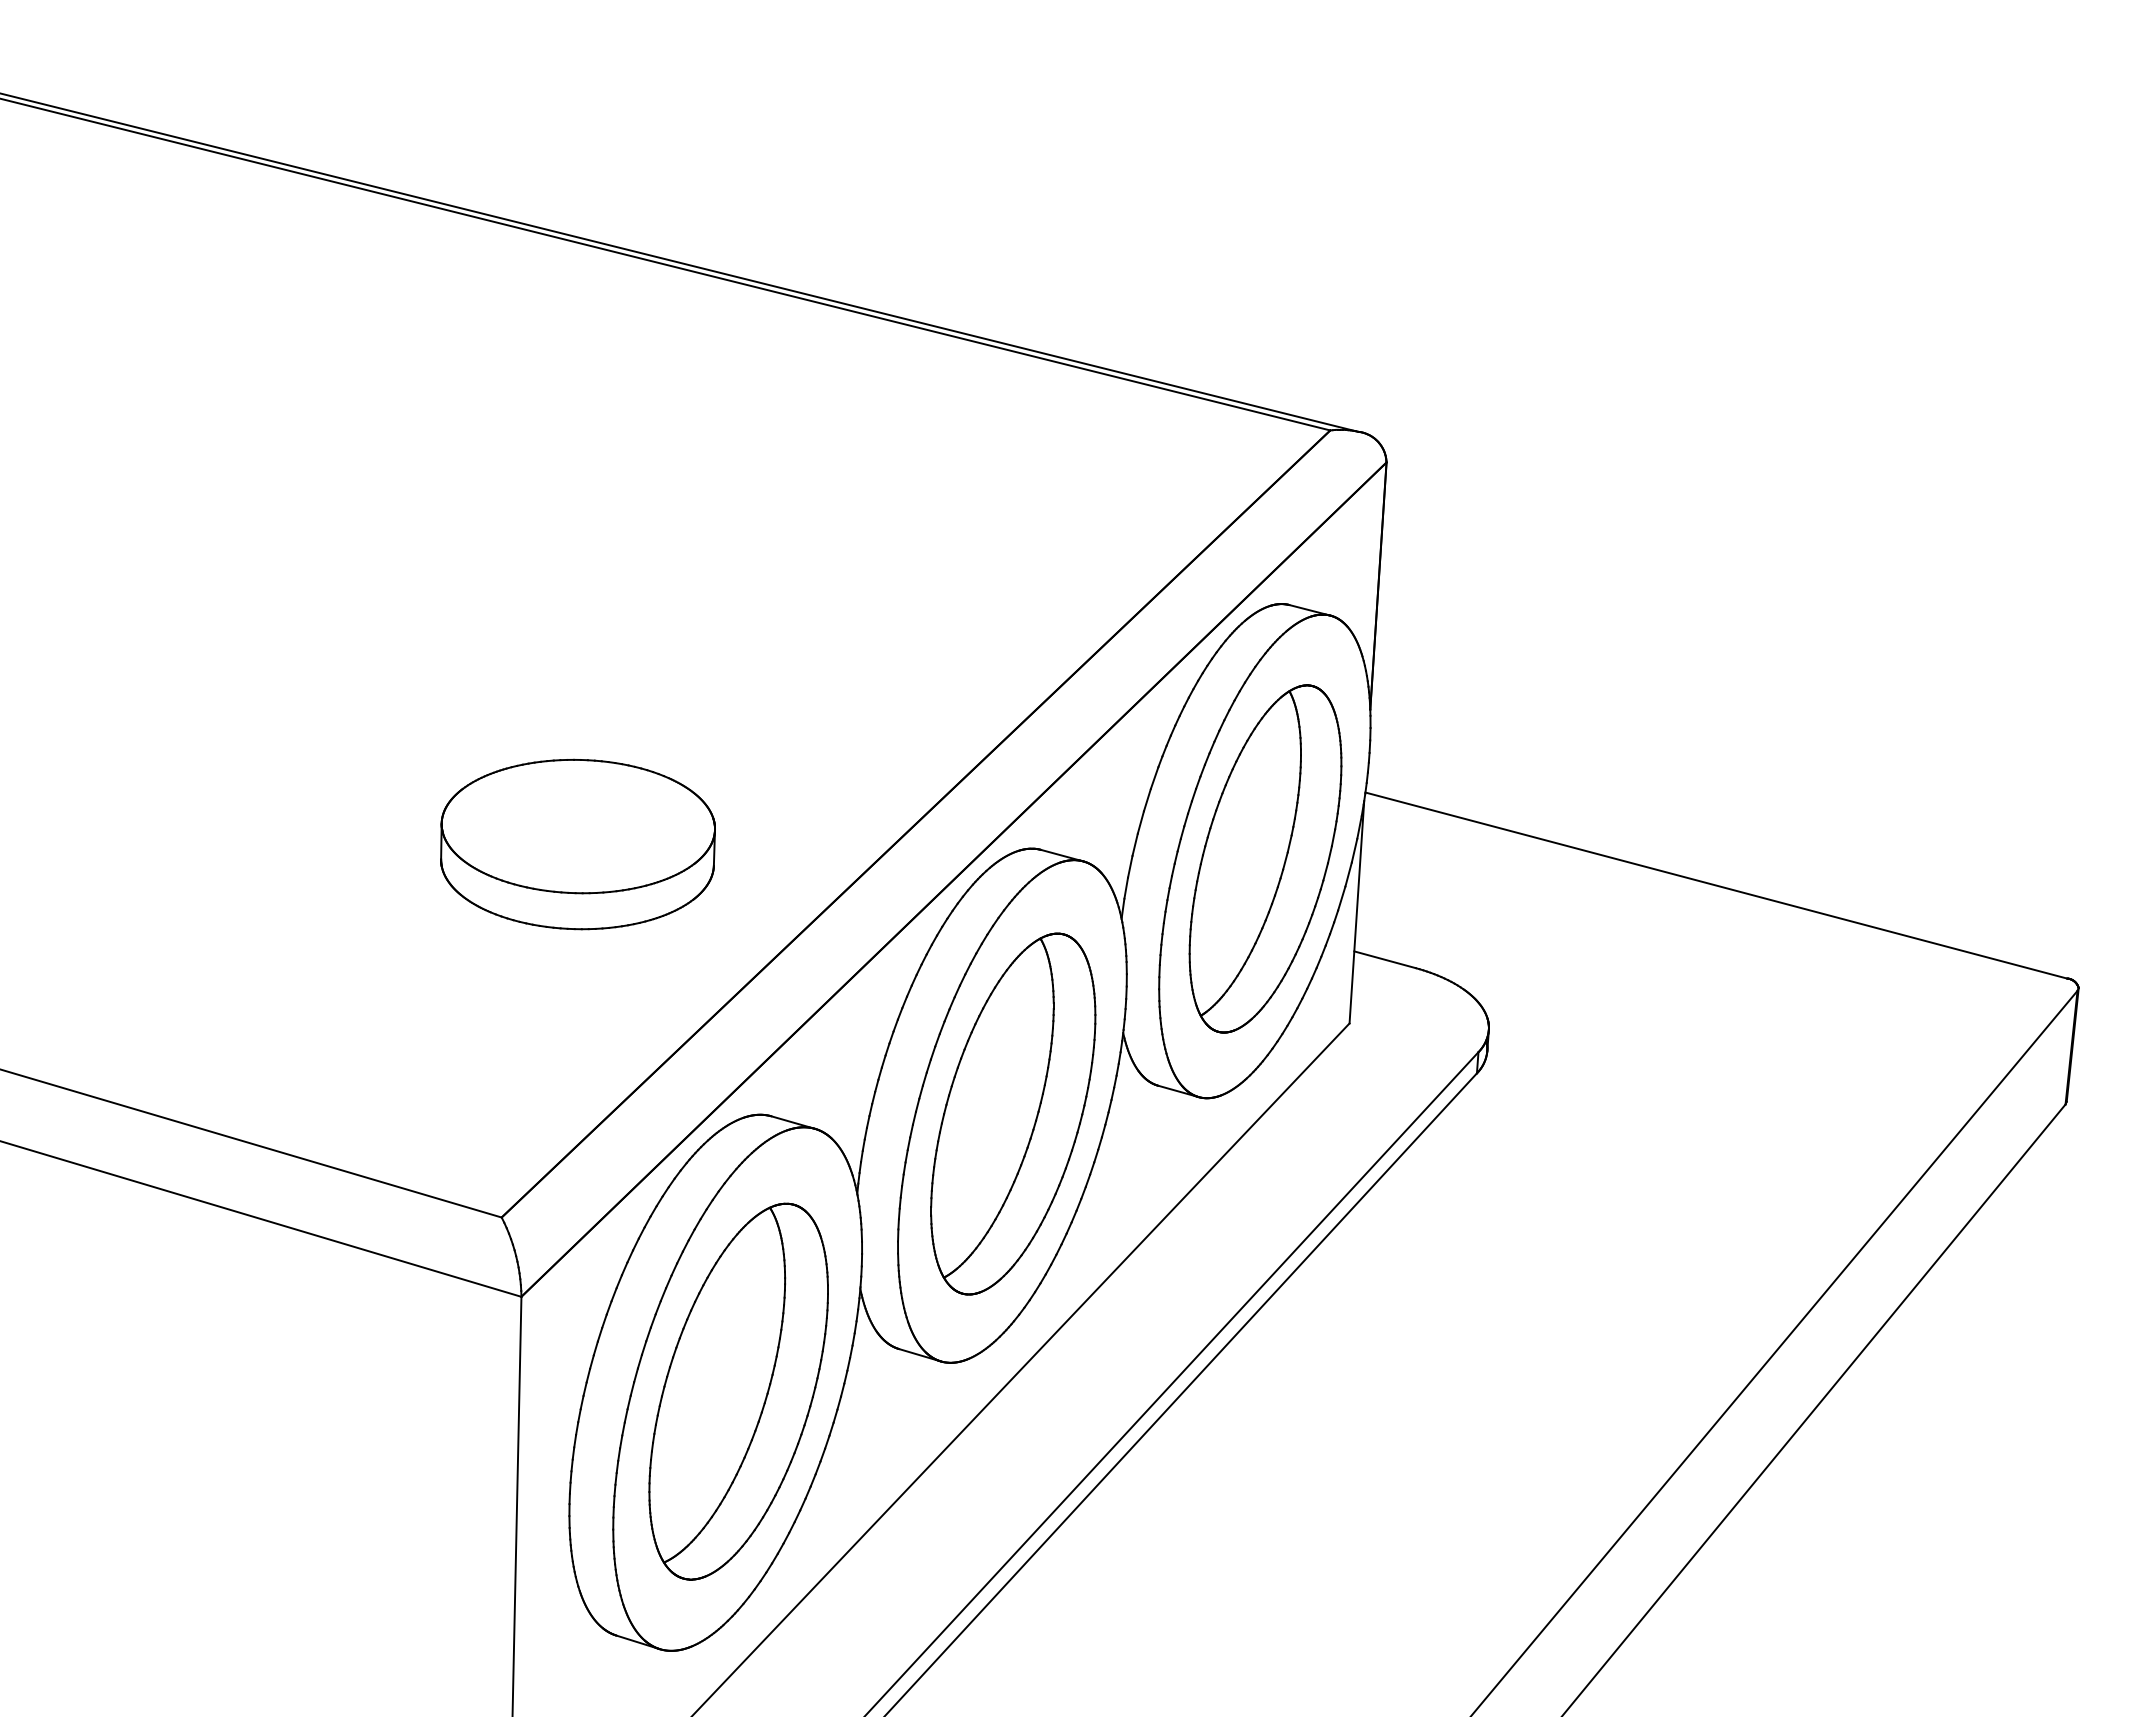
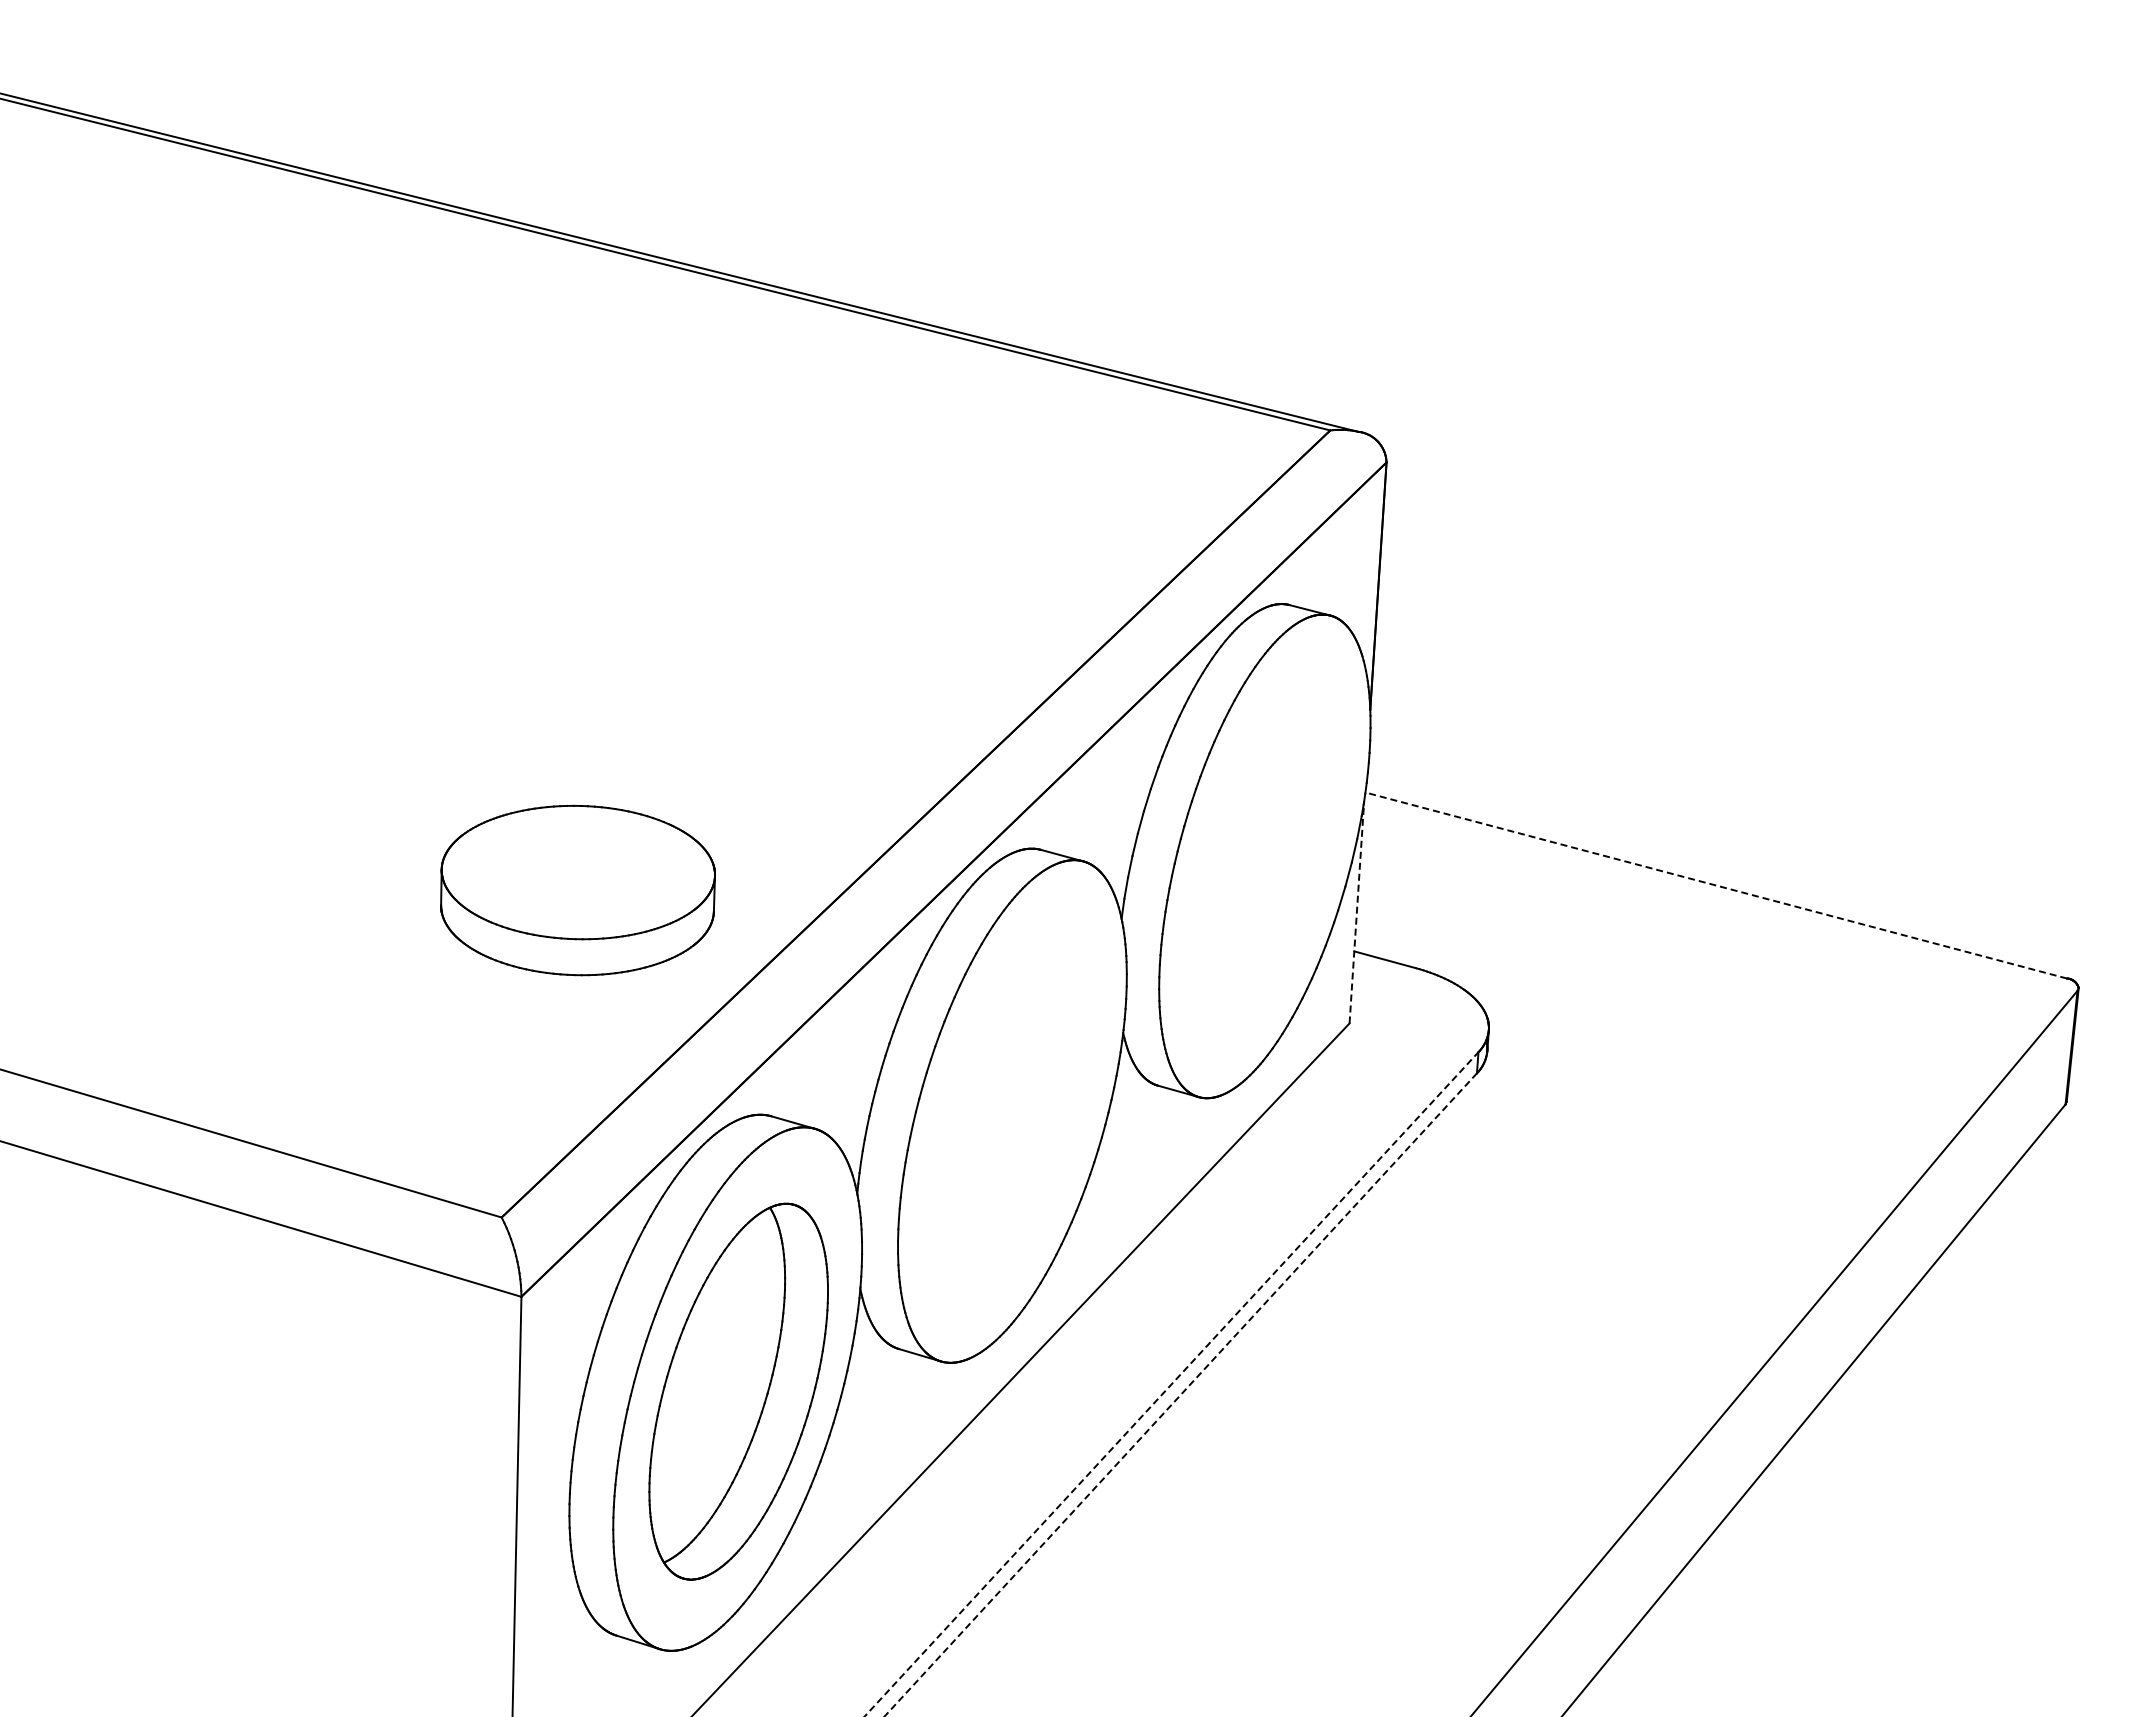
part at (577, 844) position: (577, 844) -> (577, 890)
part at (1265, 858): present -> none
line at (1716, 885): solid -> dashed
line at (1356, 911): solid -> dashed
part at (1013, 1113): present -> none
line at (1171, 1384): solid -> dashed
line at (1180, 1394): solid -> dashed
